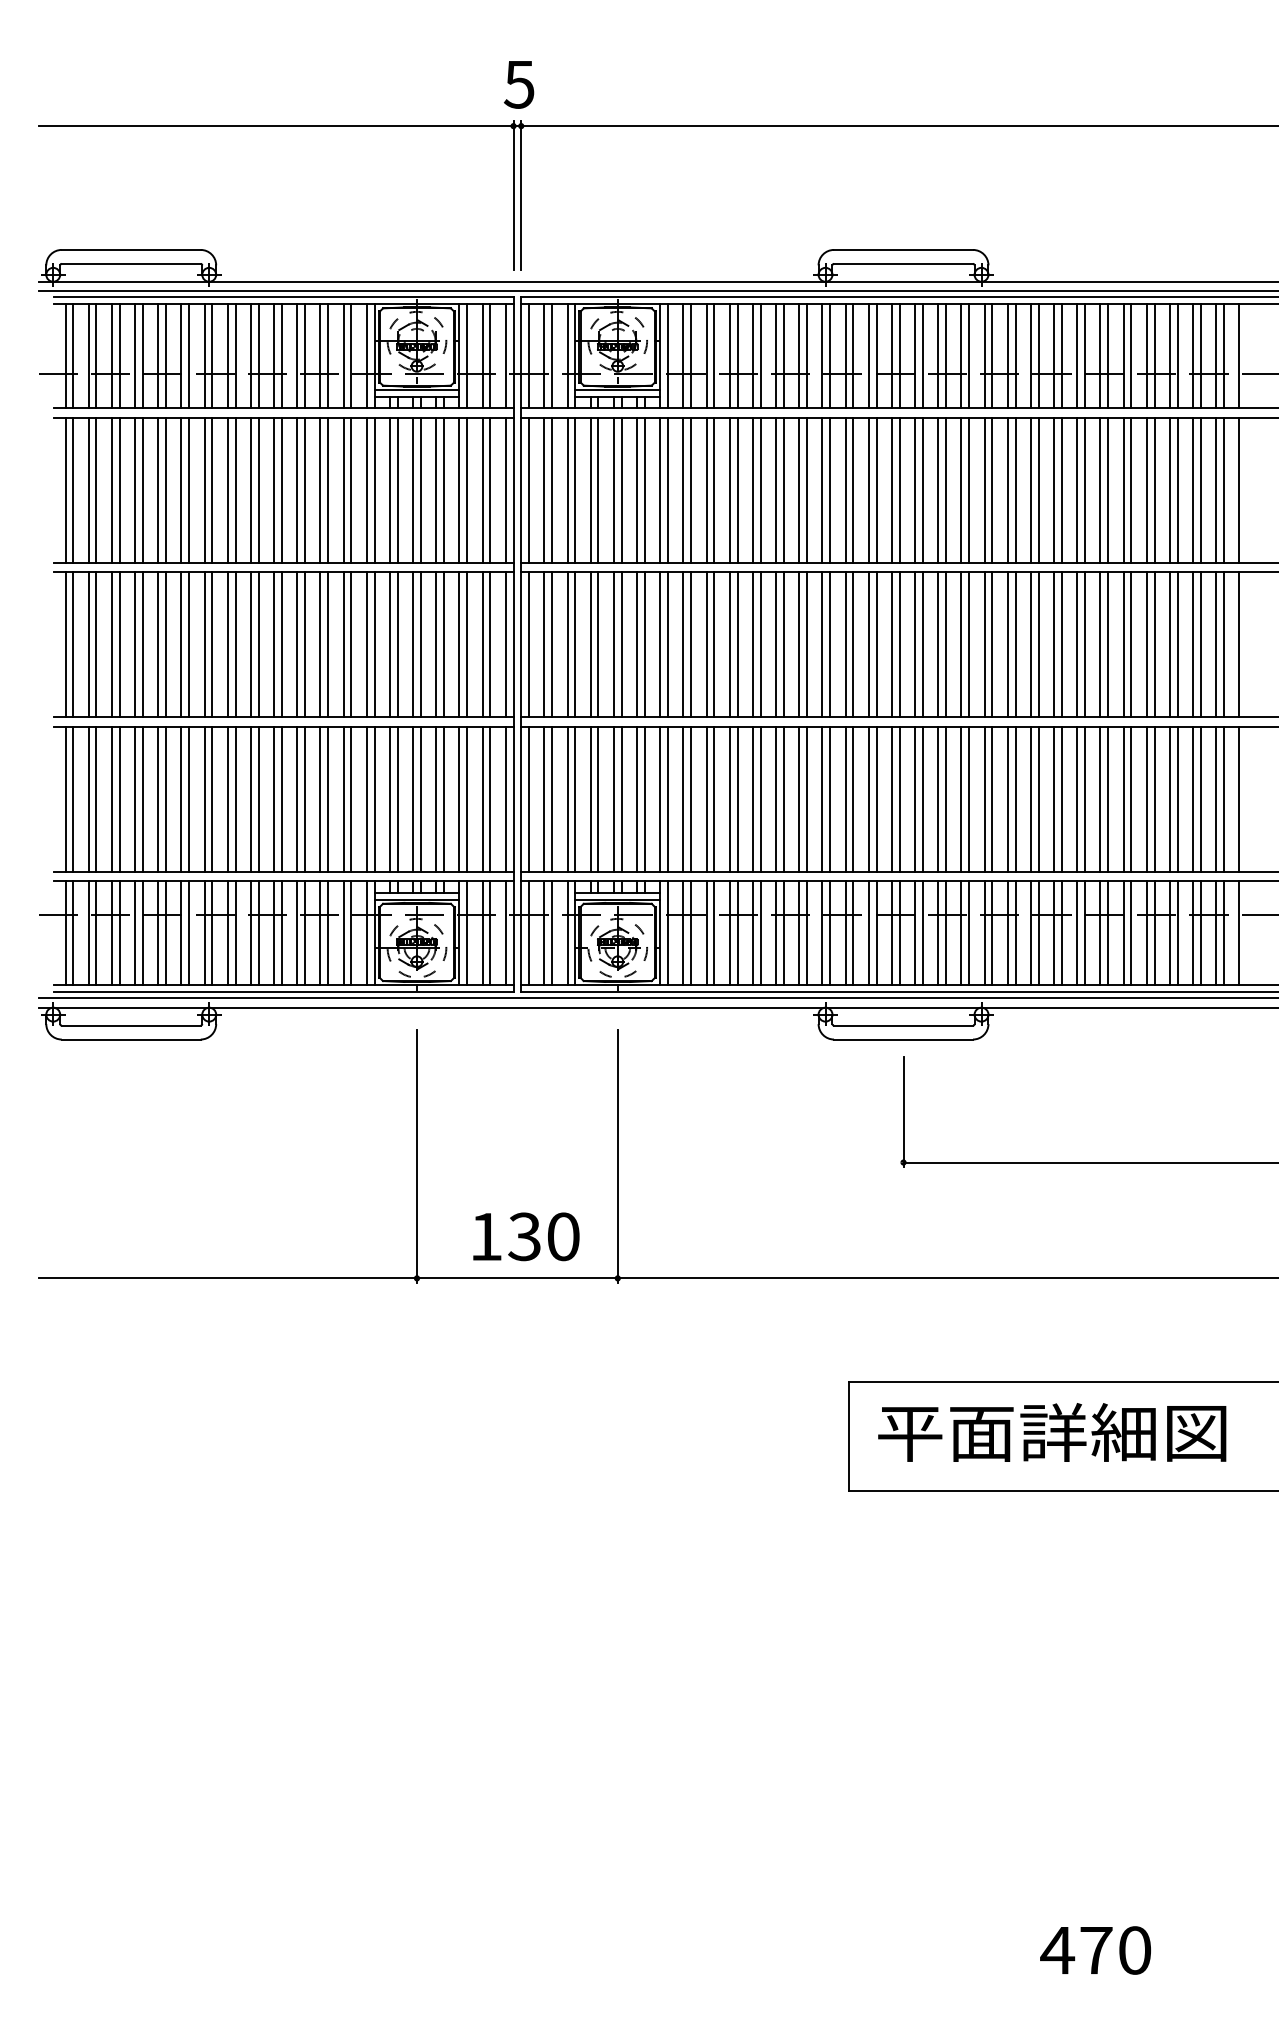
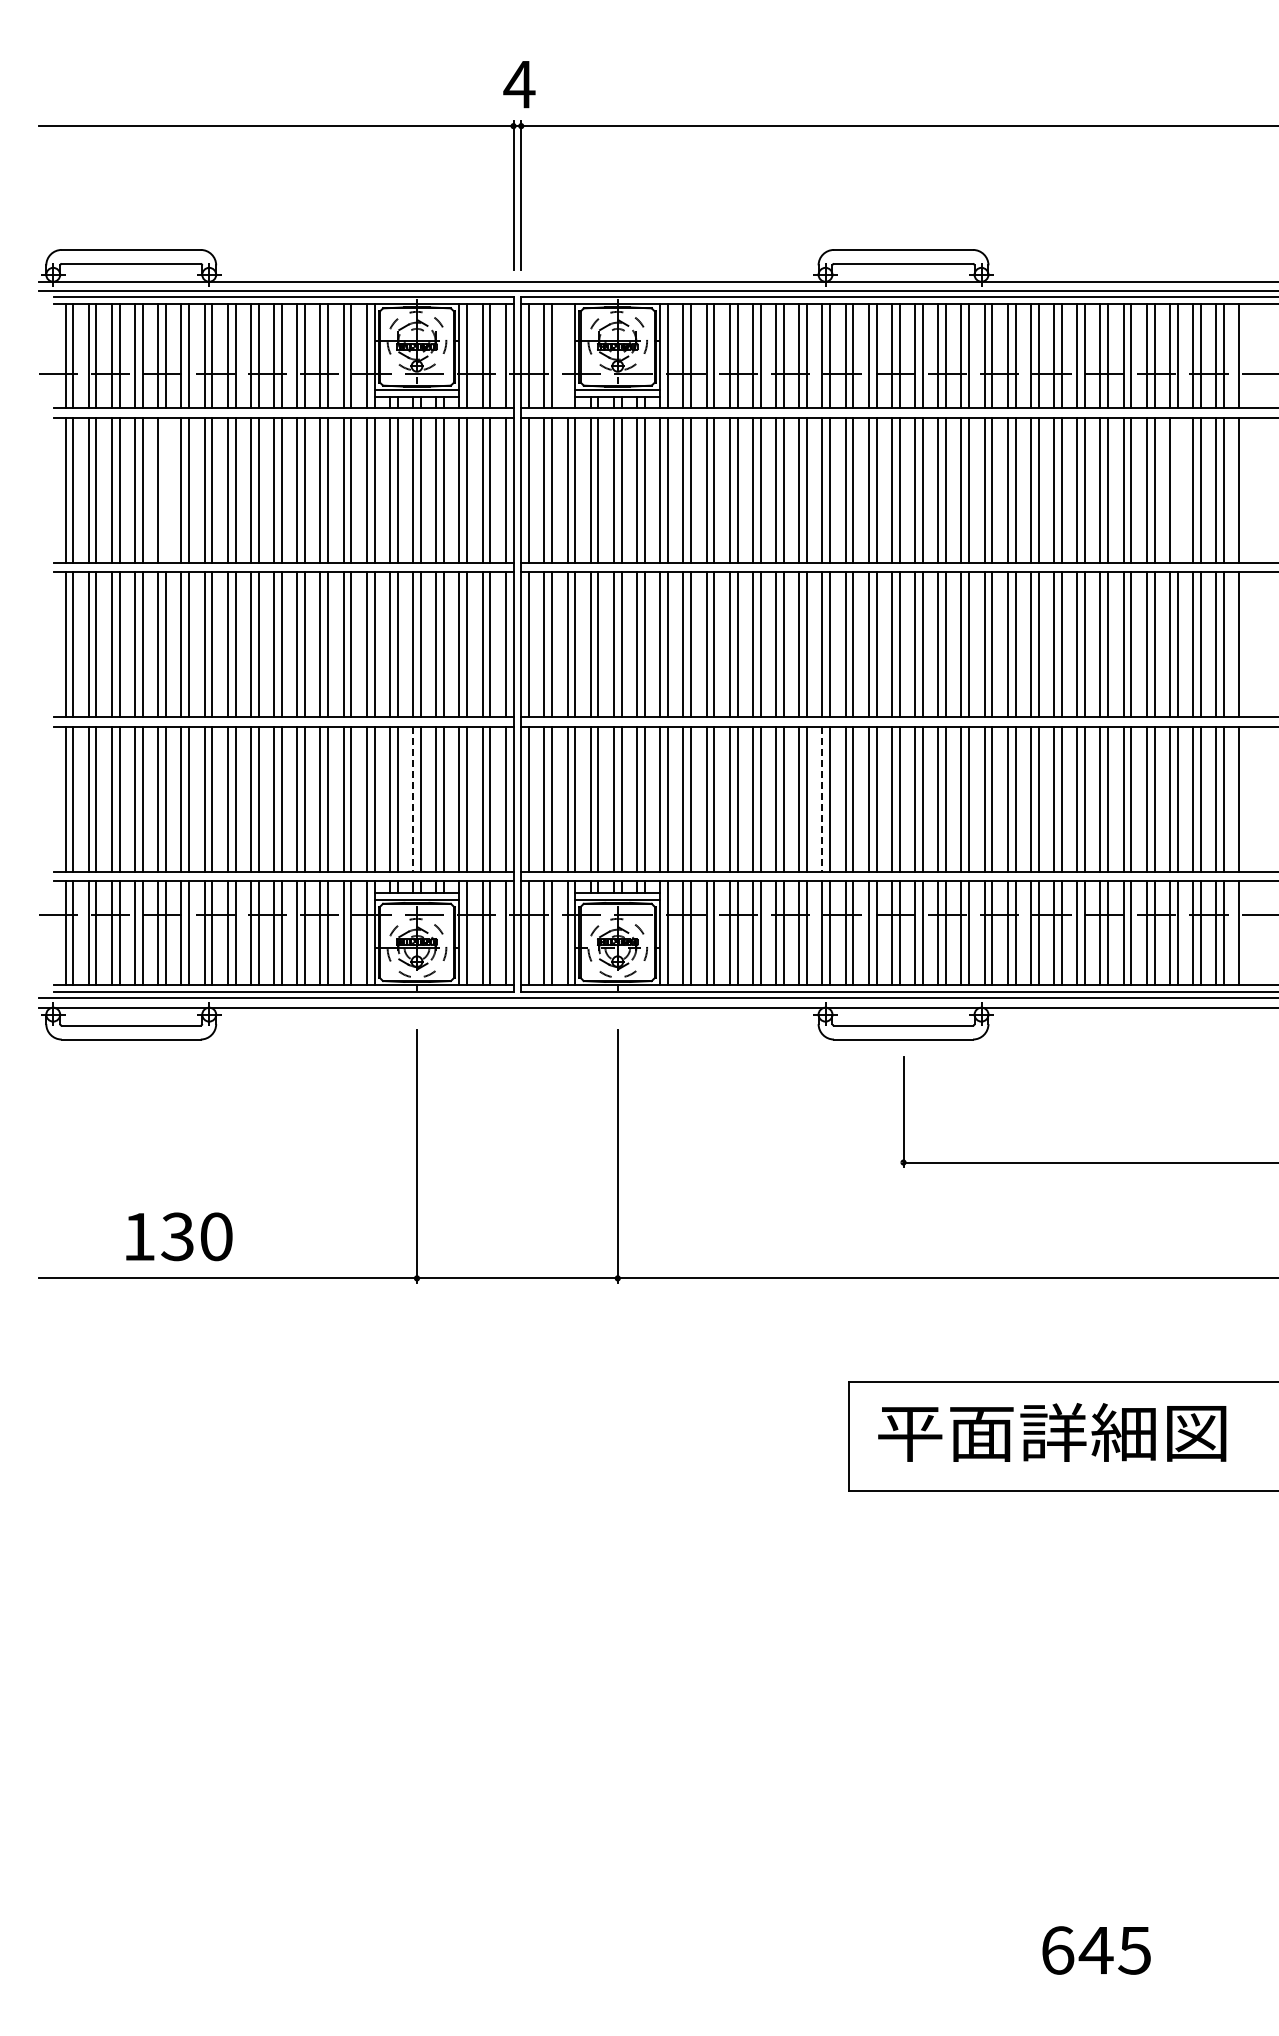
text at (519, 84): 5 -> 4
line at (567, 356): present -> none
line at (166, 489): present -> none
line at (1177, 489): present -> none
line at (413, 799): solid -> dashed
line at (822, 799): solid -> dashed
text at (526, 1236) position: (526, 1236) -> (179, 1236)
text at (1095, 1950): 470 -> 645
